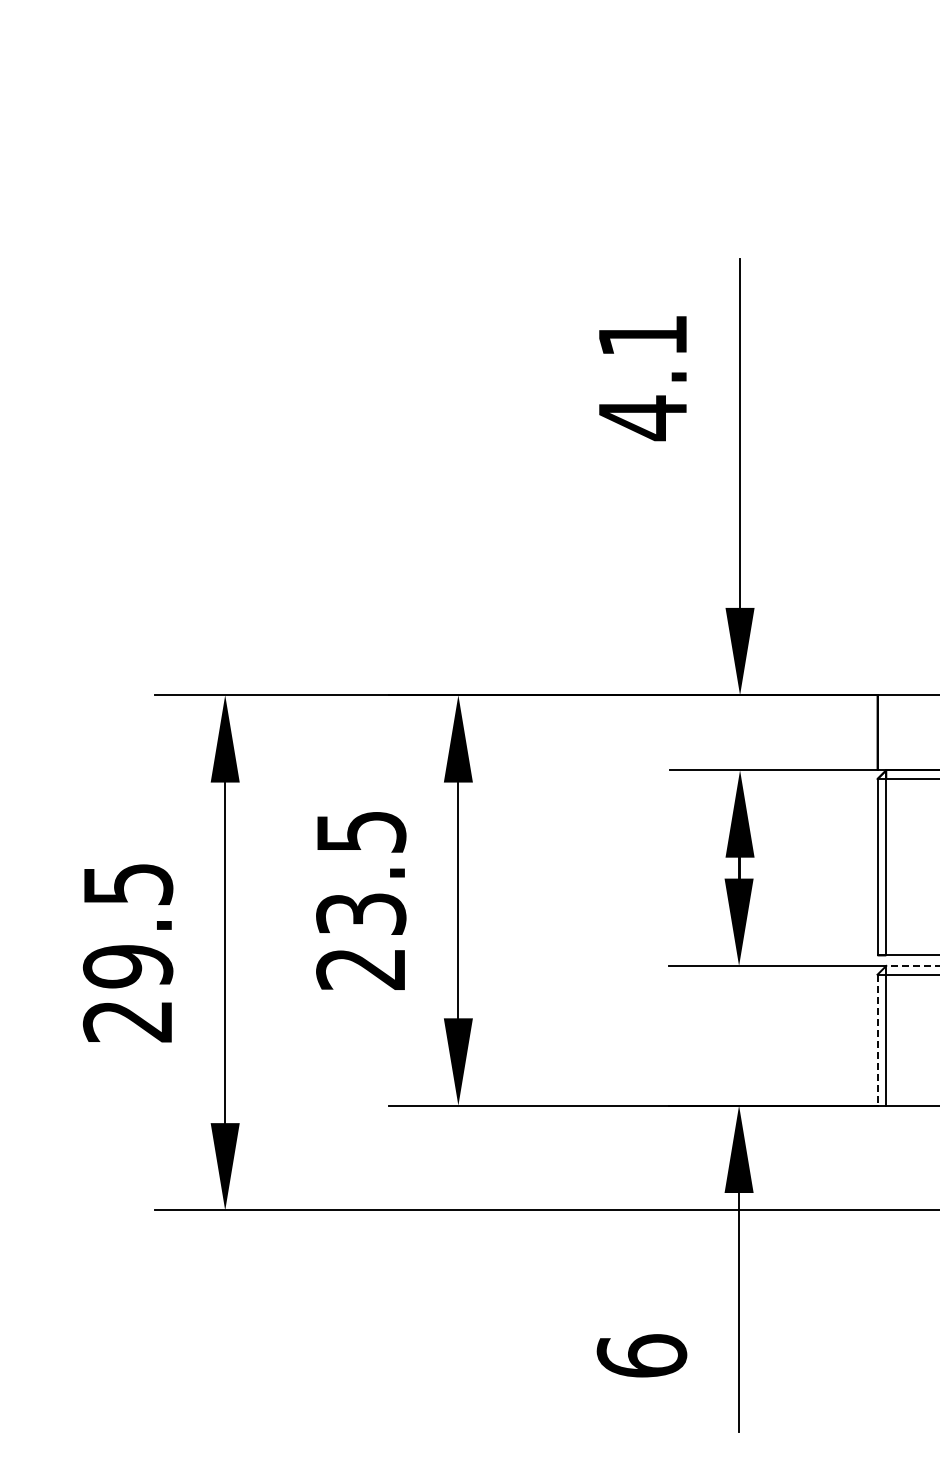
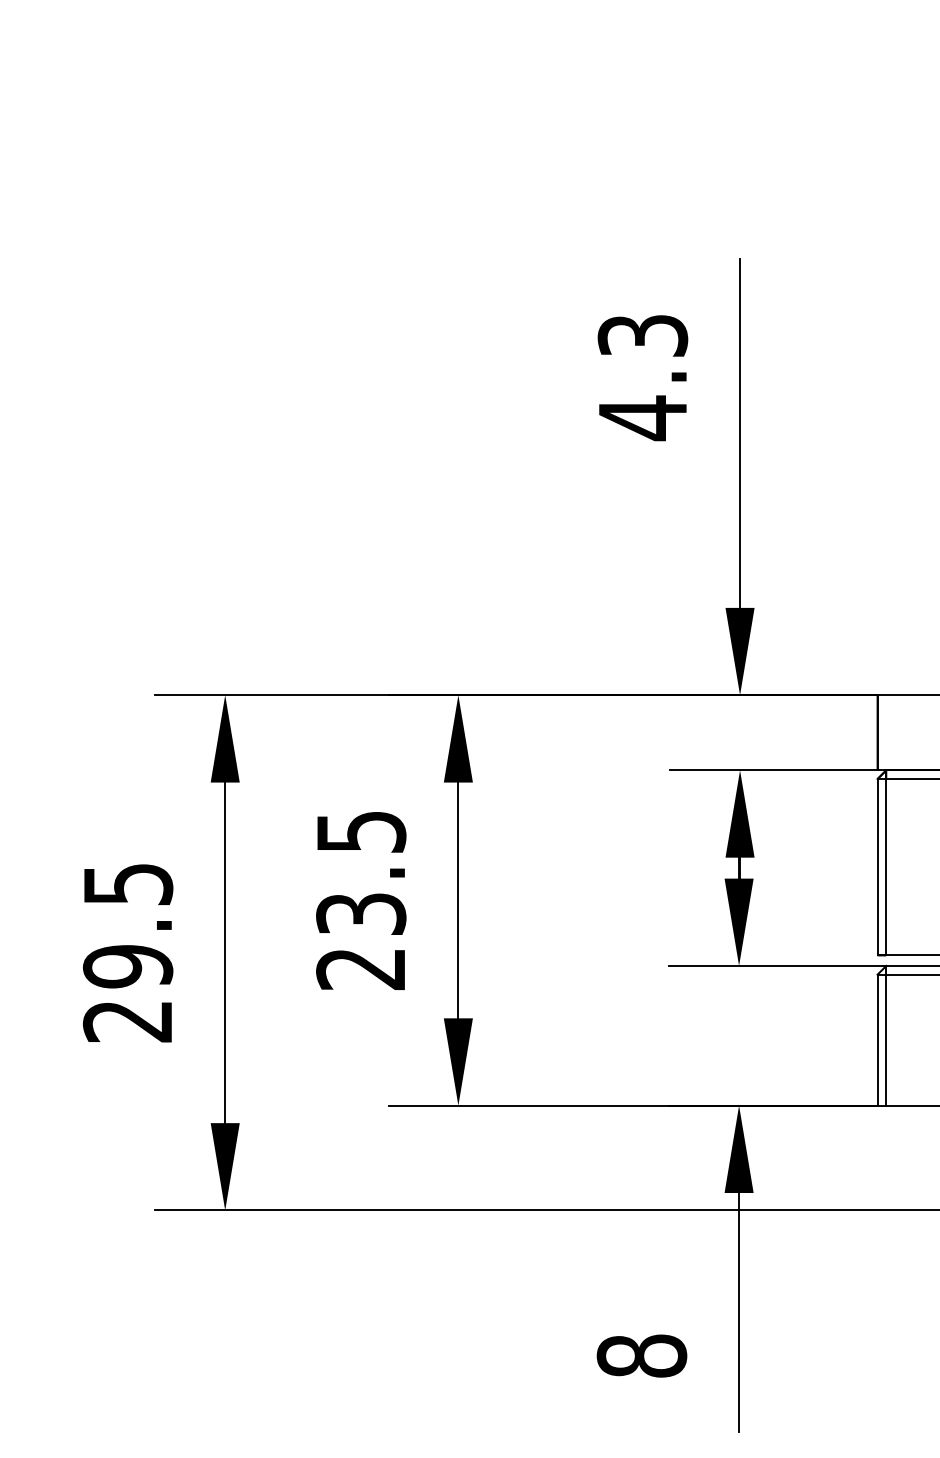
text at (642, 335): 4.1 -> 4.3
line at (912, 965): dashed -> solid
line at (877, 1040): dashed -> solid
text at (641, 1355): 6 -> 8
